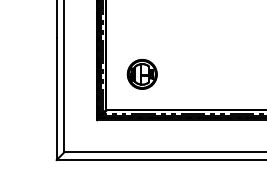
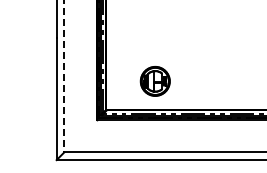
part at (141, 74) position: (141, 74) -> (154, 81)
line at (64, 76): solid -> dashed
